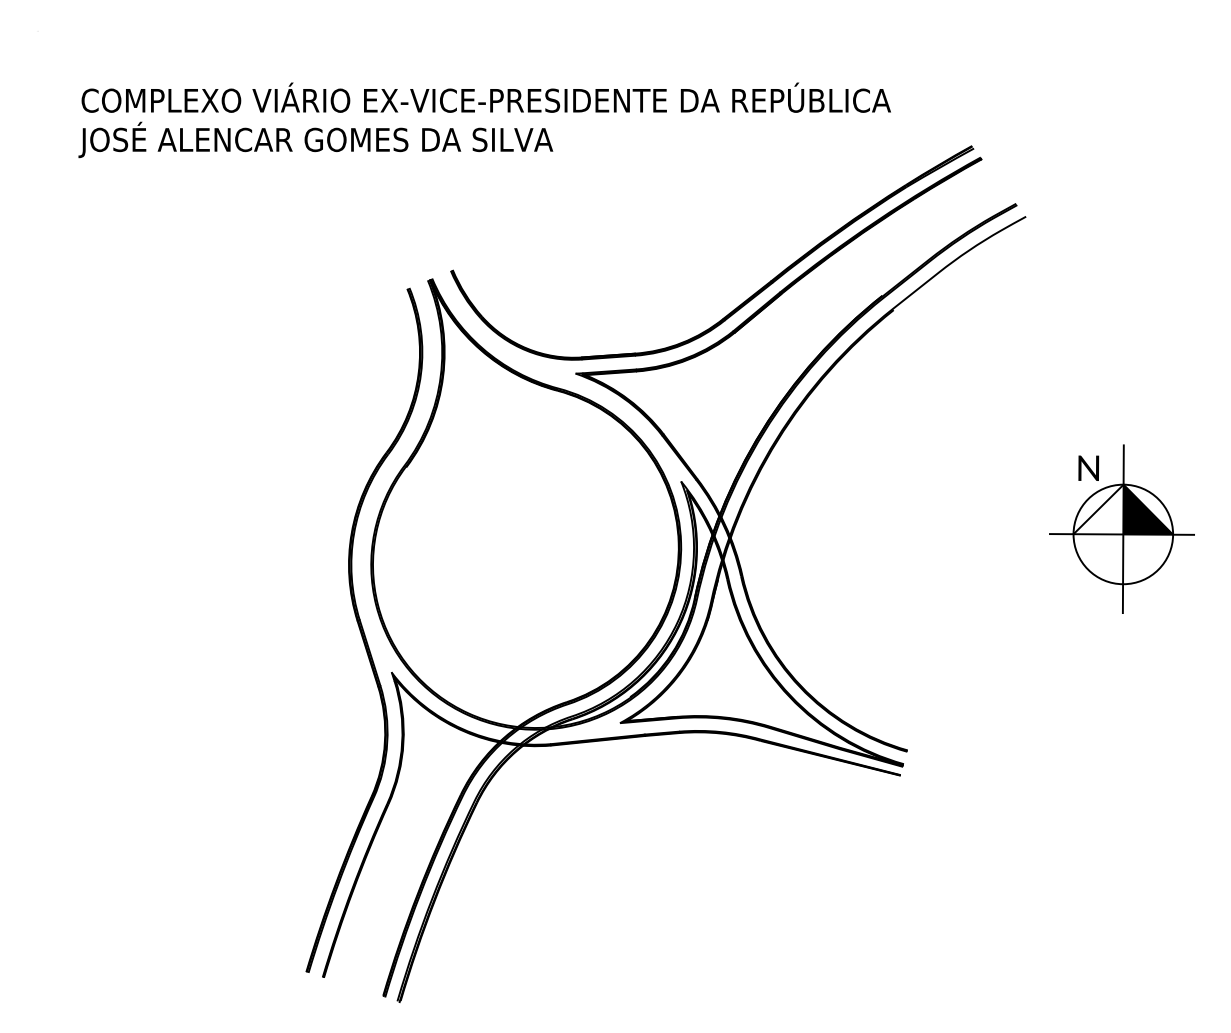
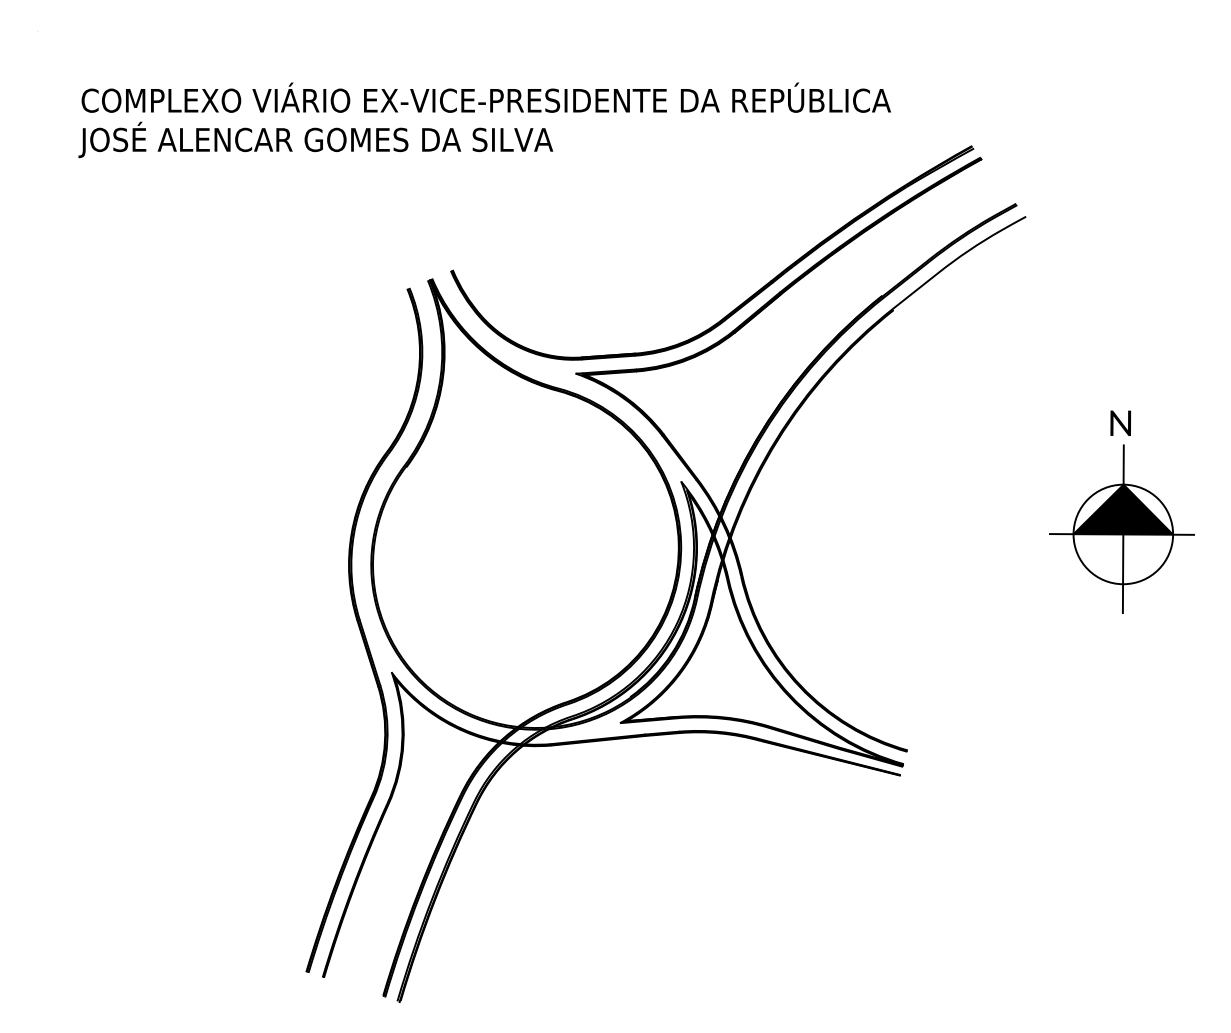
text at (1088, 467) position: (1088, 467) -> (1120, 422)
fill at (1098, 509): none -> present
